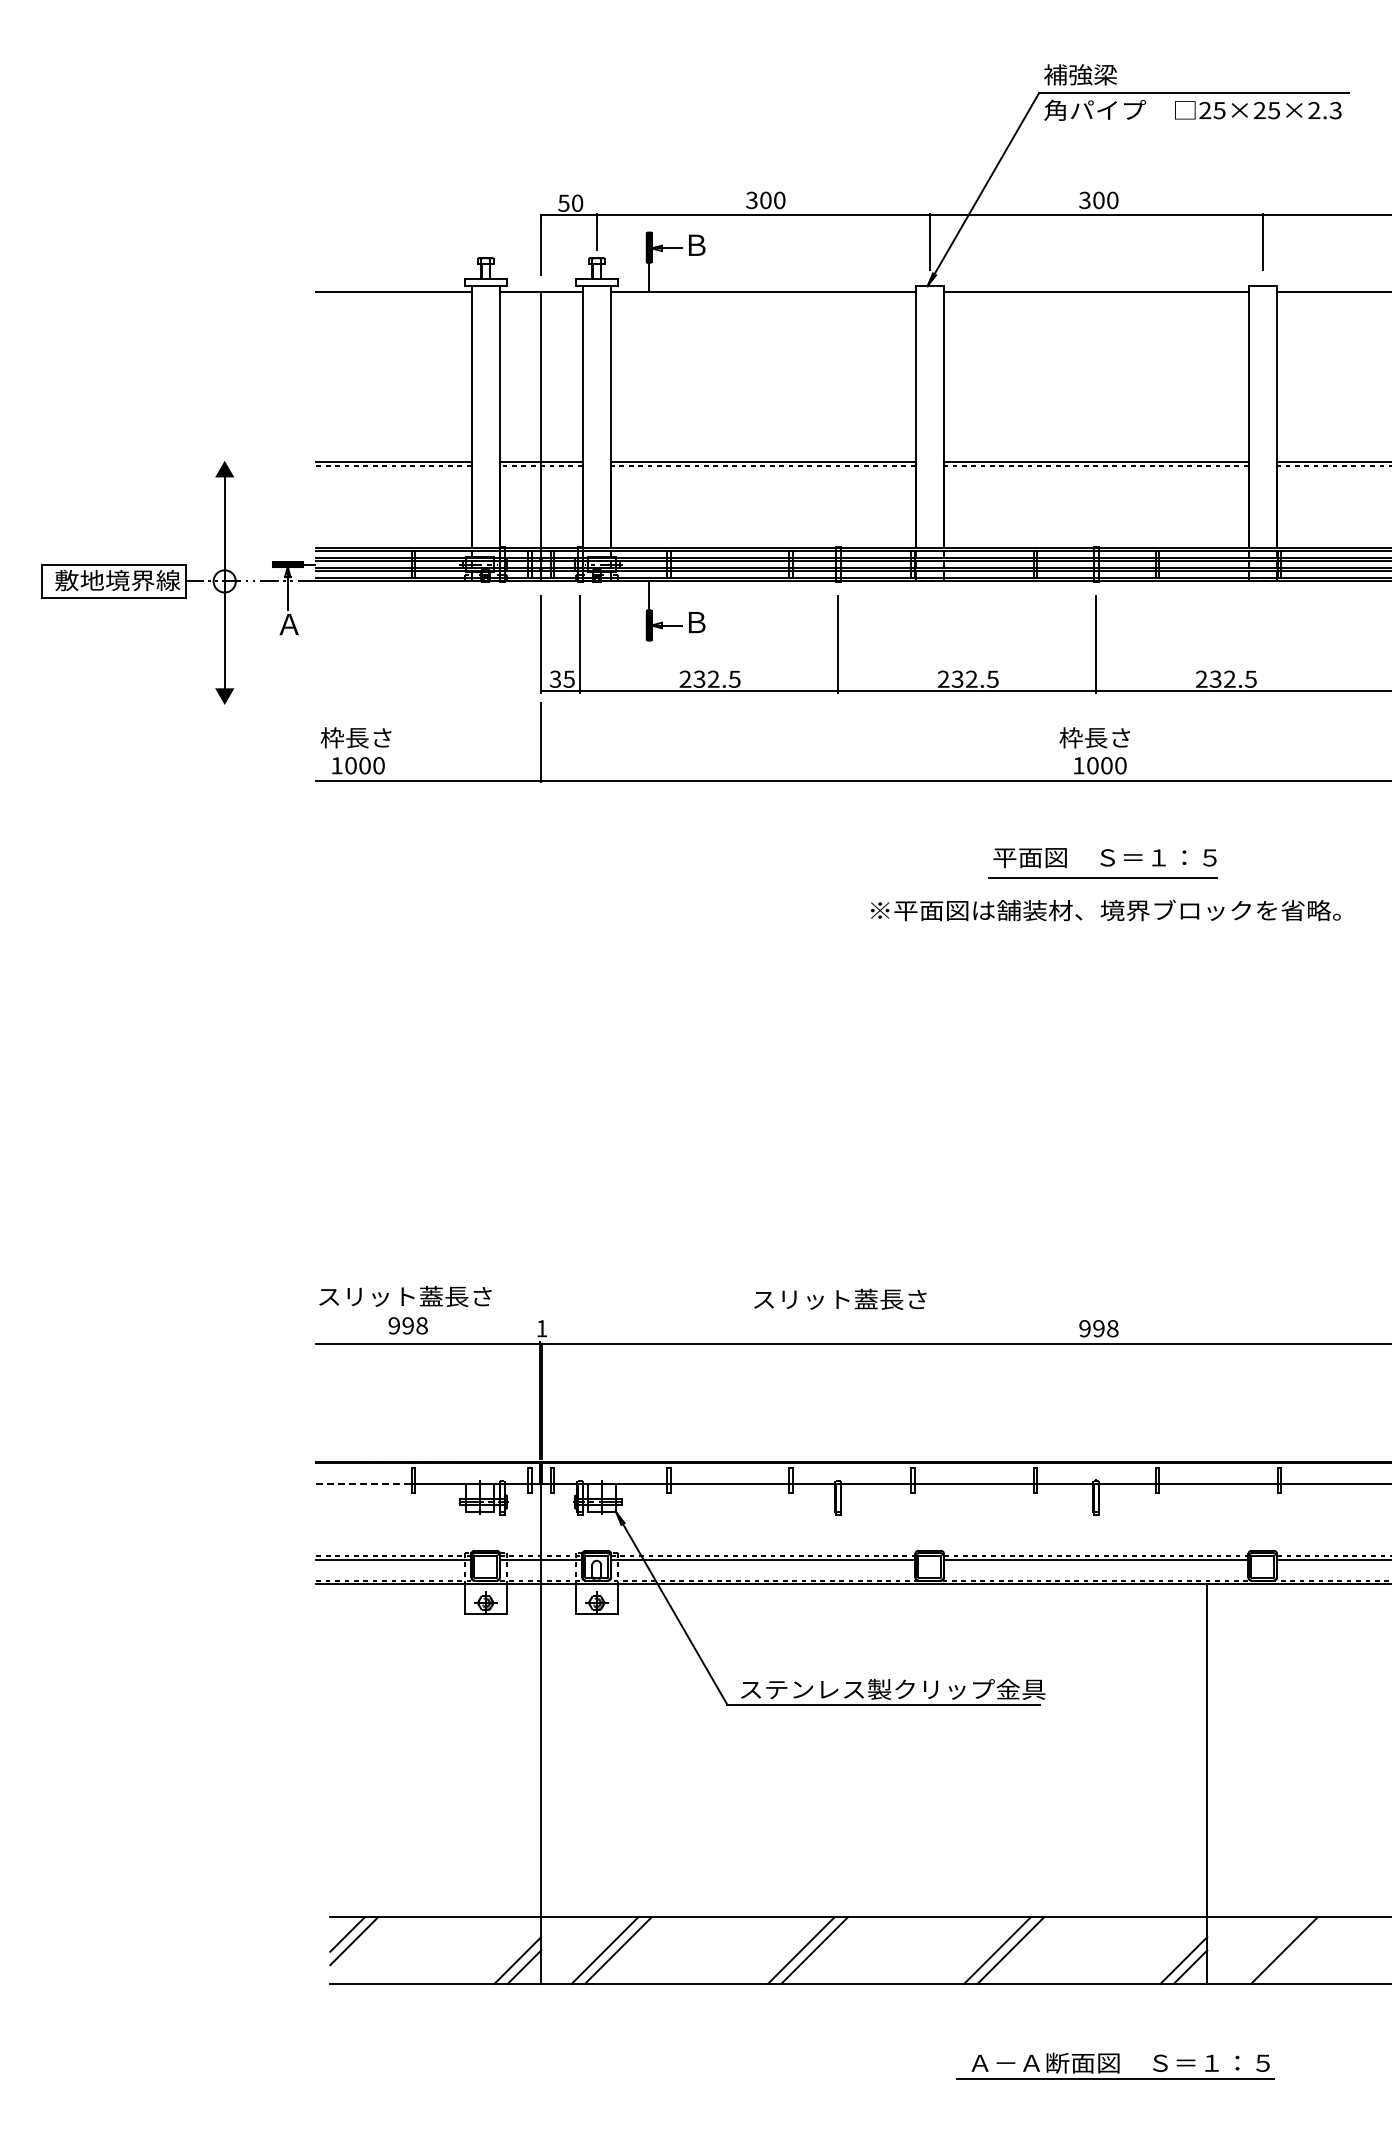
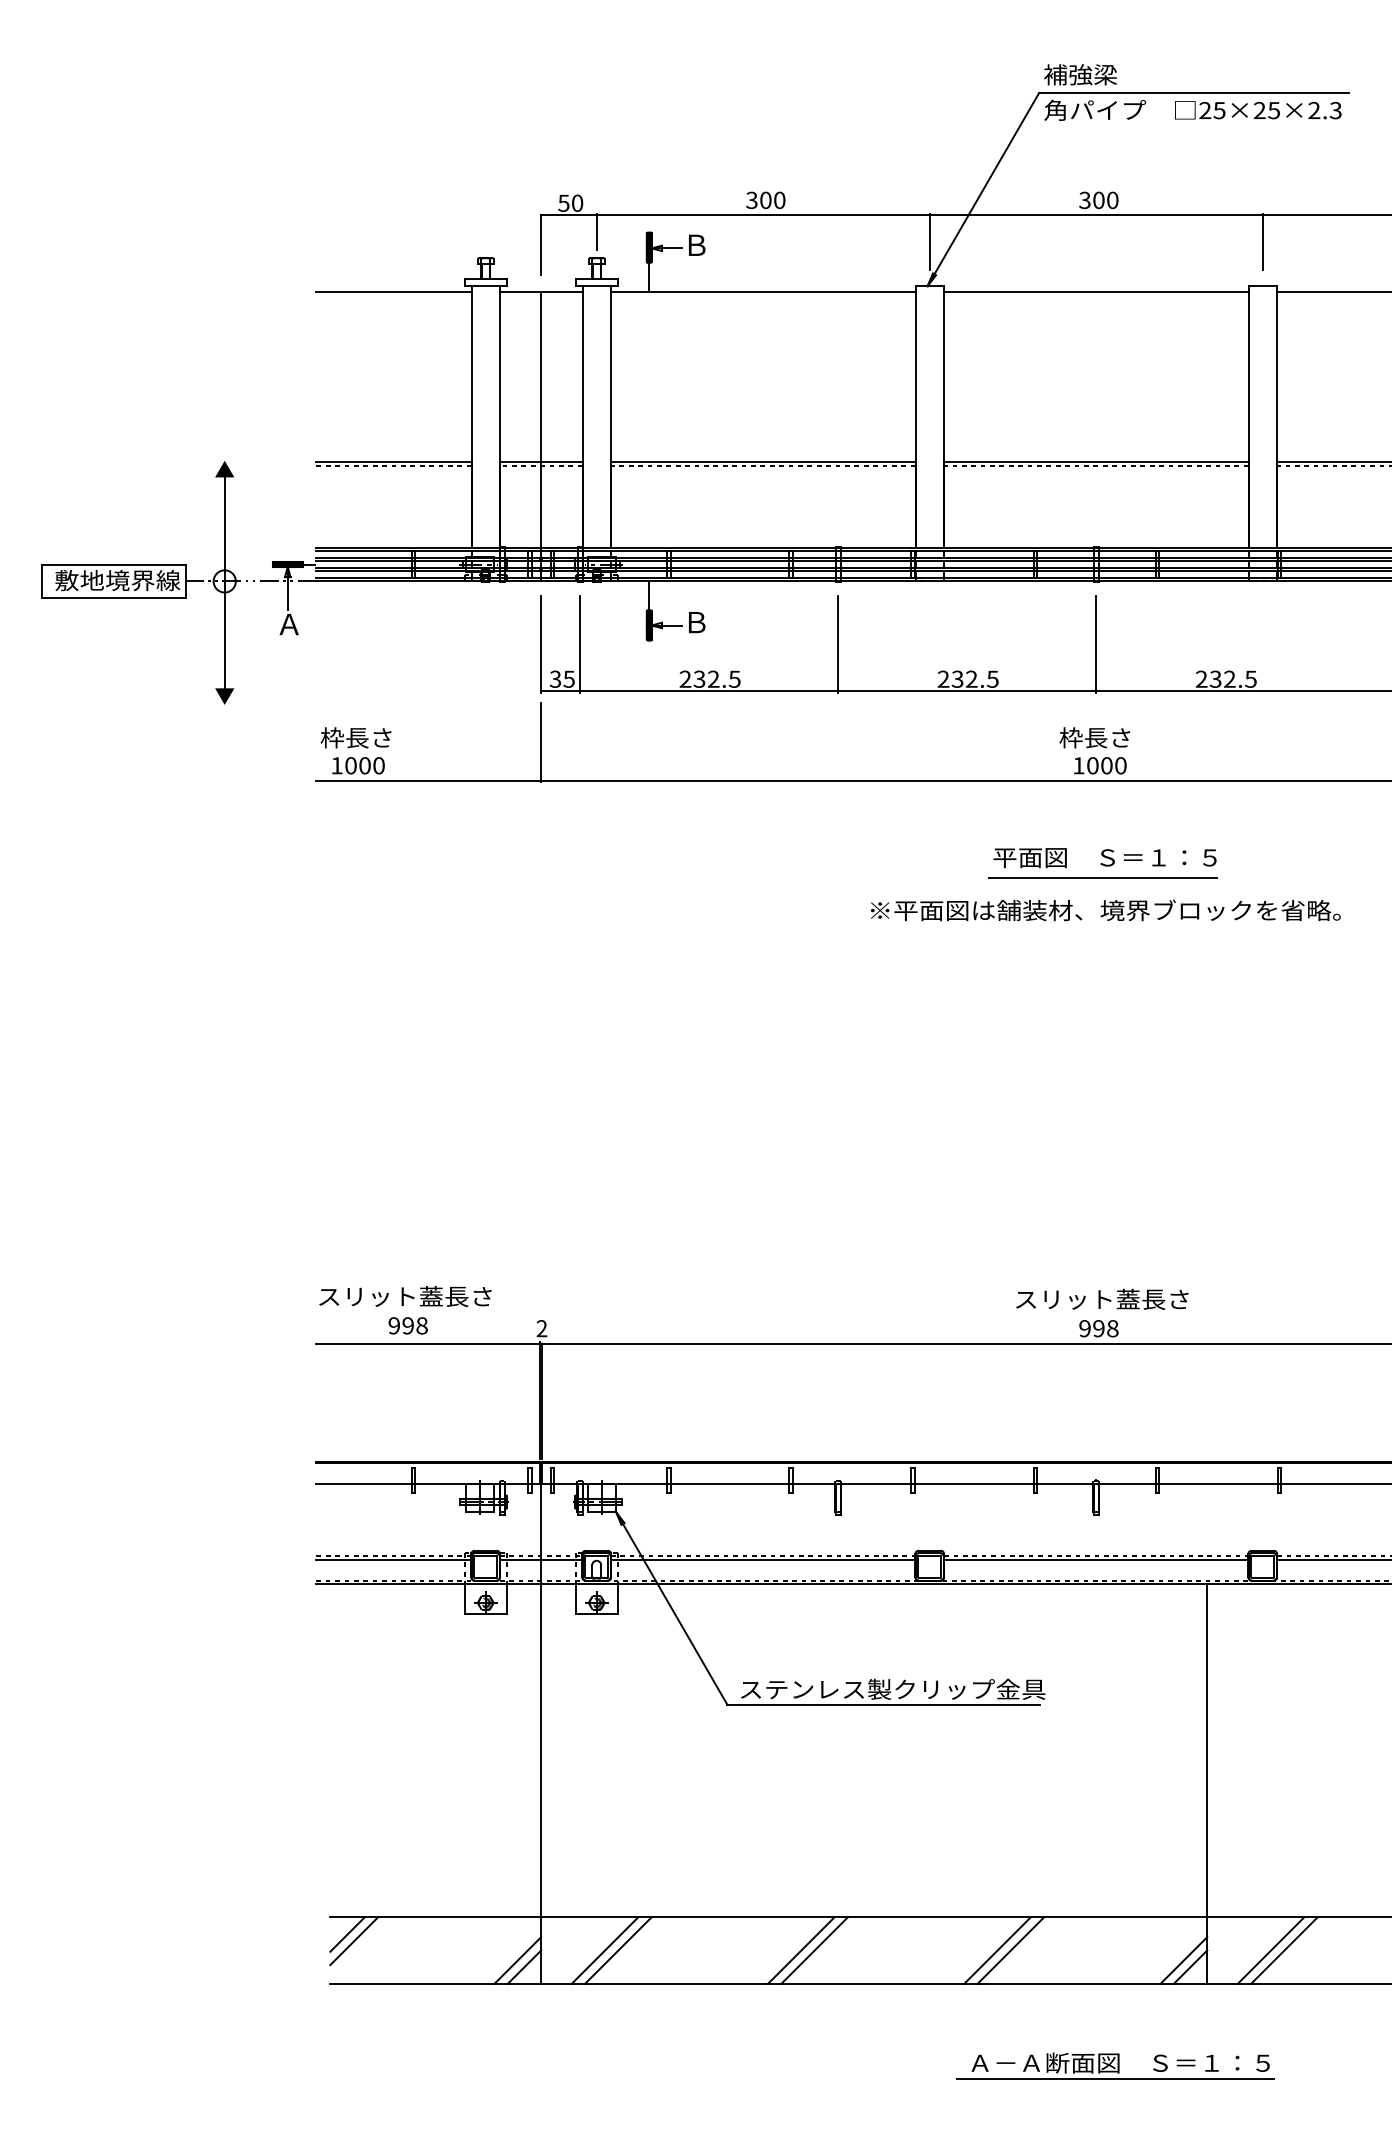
text at (840, 1298) position: (840, 1298) -> (1102, 1298)
text at (541, 1328): 1 -> 2
line at (364, 1484): dashed -> solid
line at (1270, 1950): none -> present
